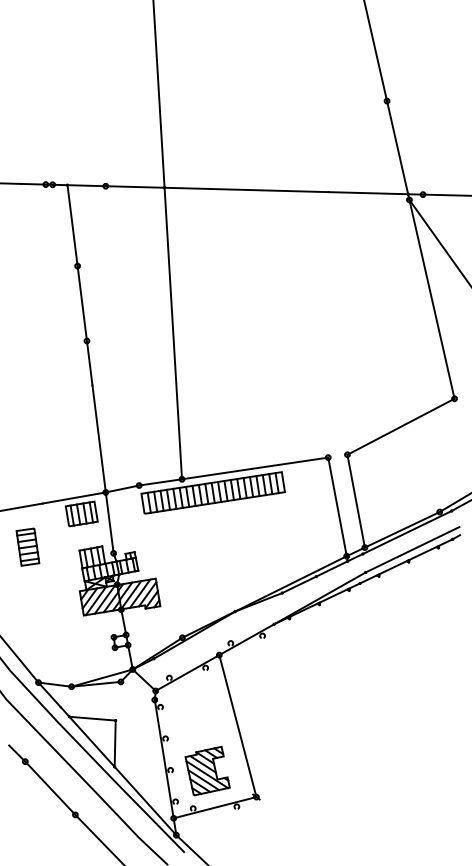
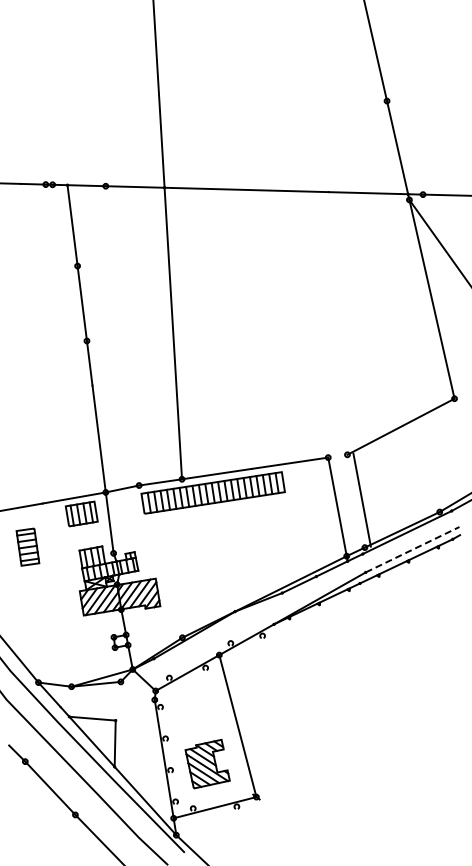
line at (355, 500) position: (355, 500) -> (361, 499)
line at (413, 549): solid -> dashed
part at (207, 770) position: (207, 770) -> (207, 763)
